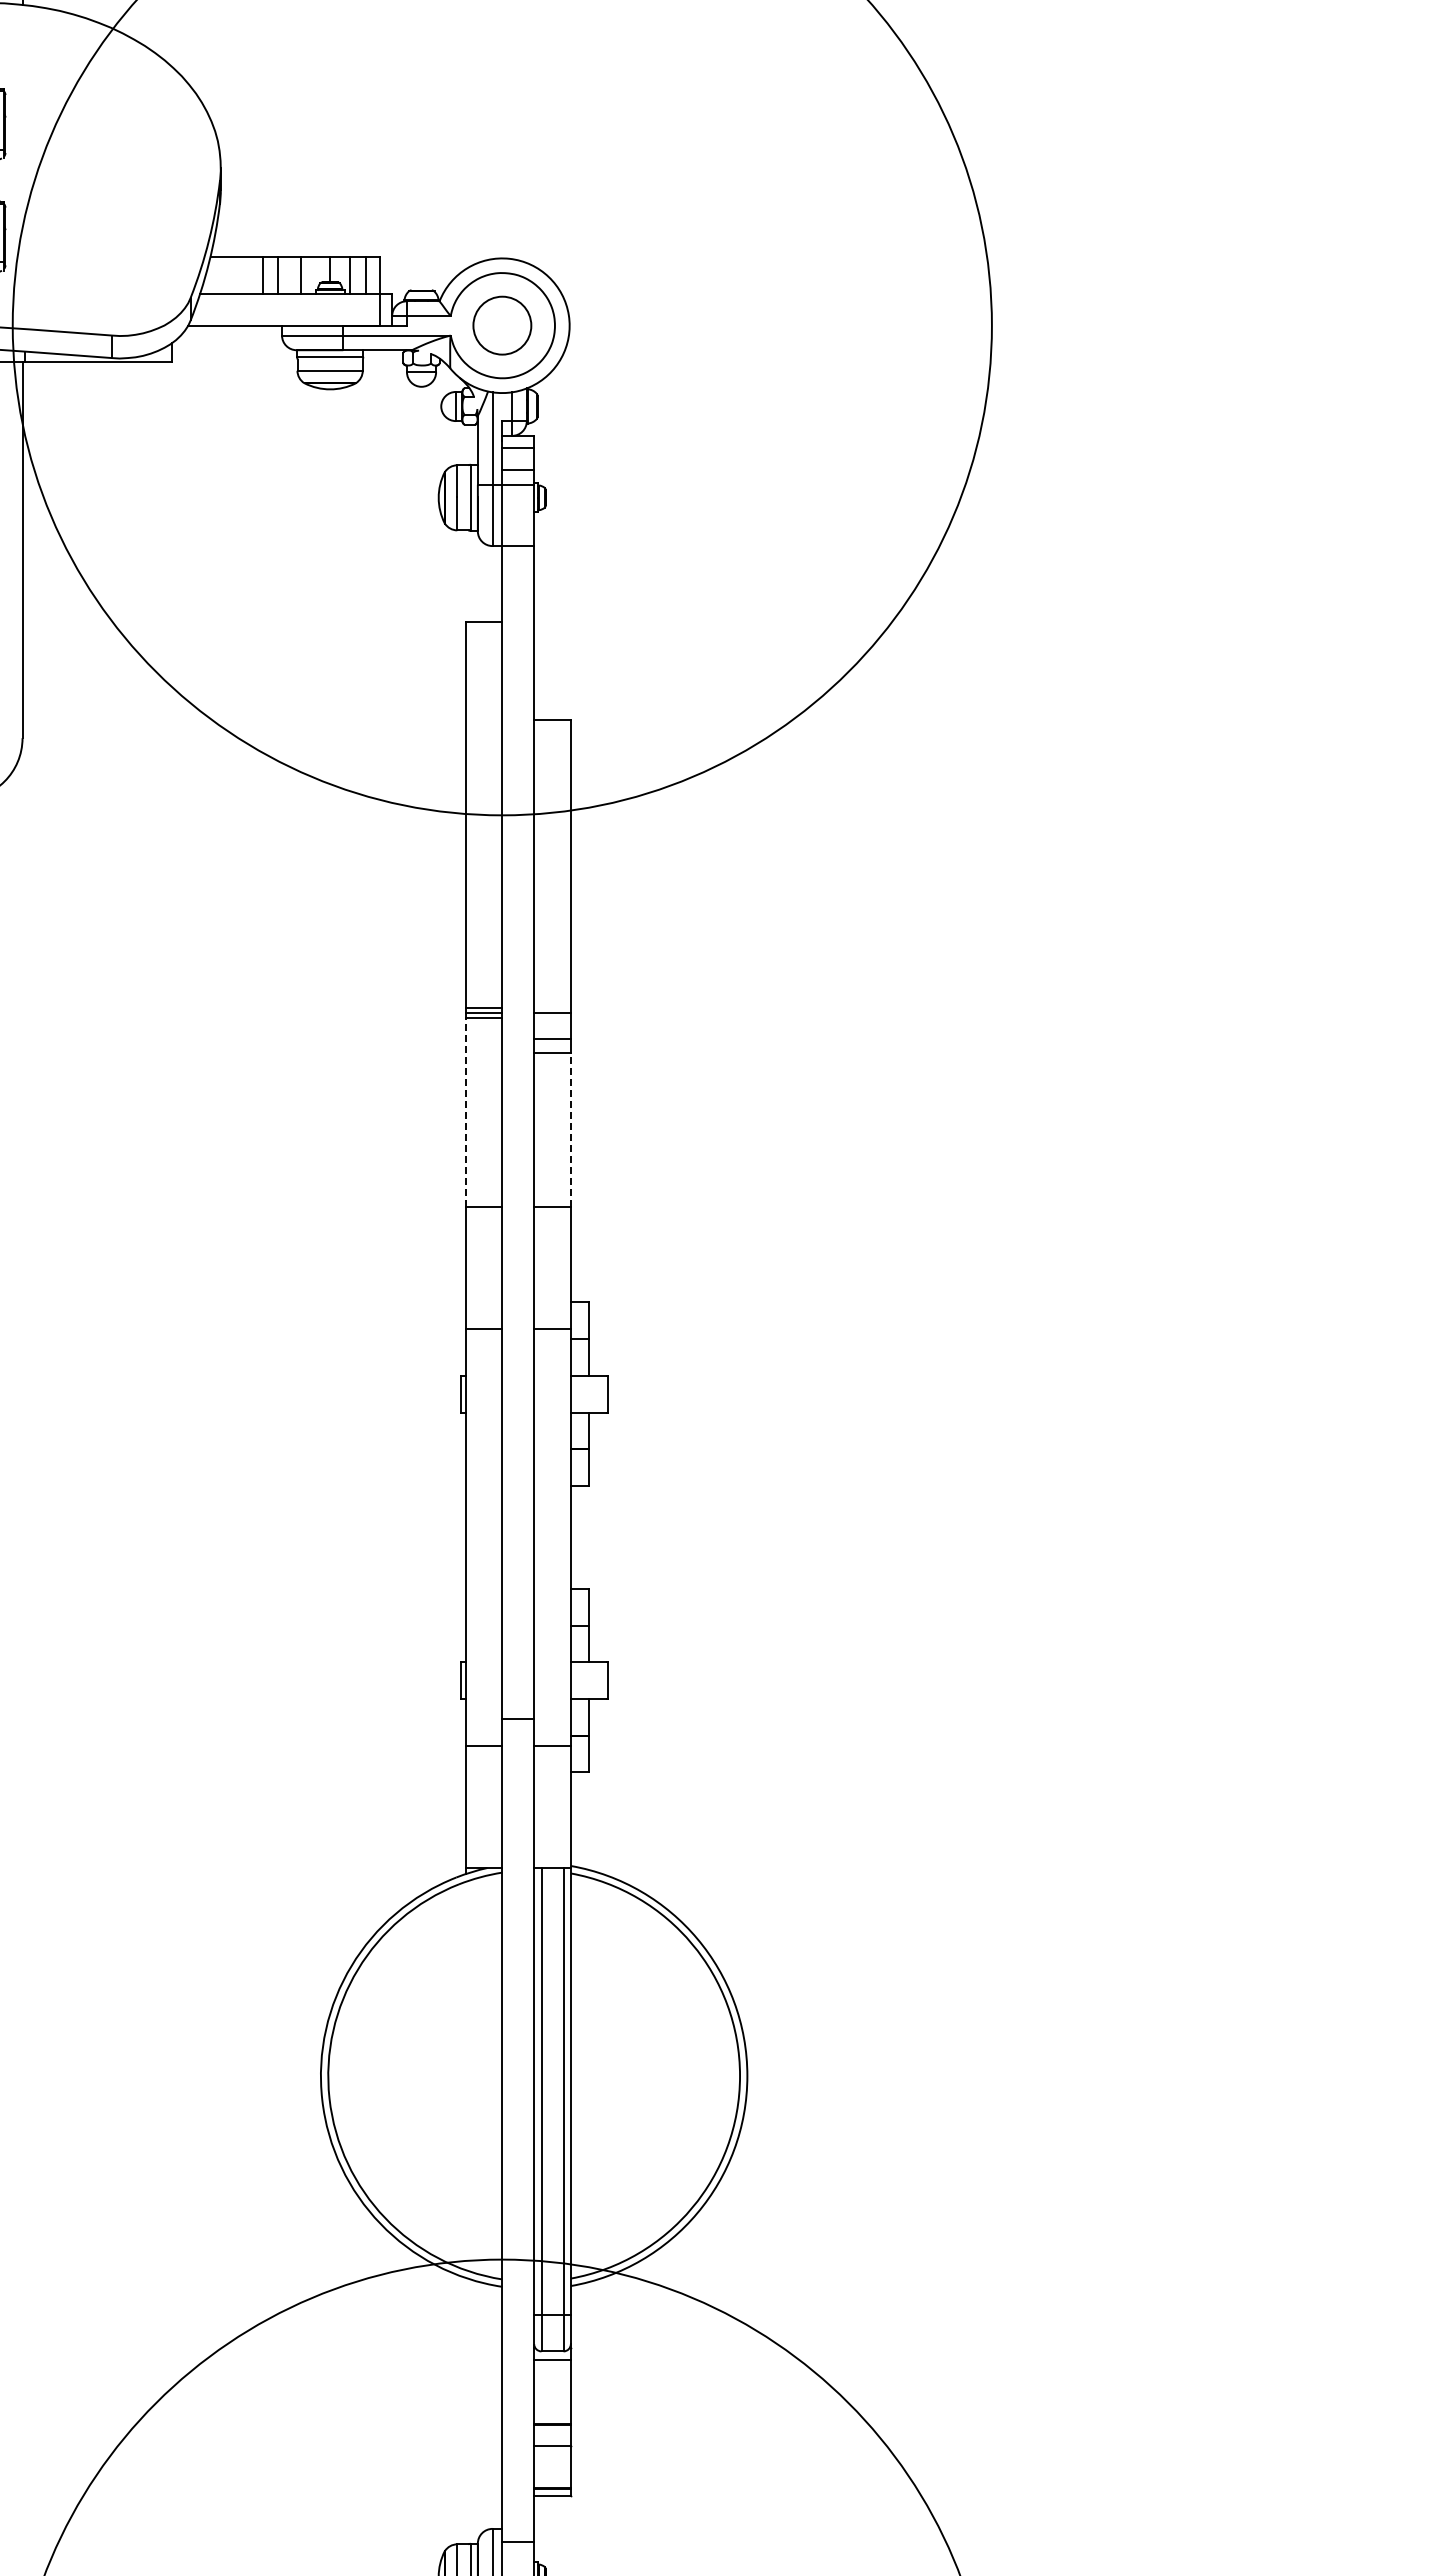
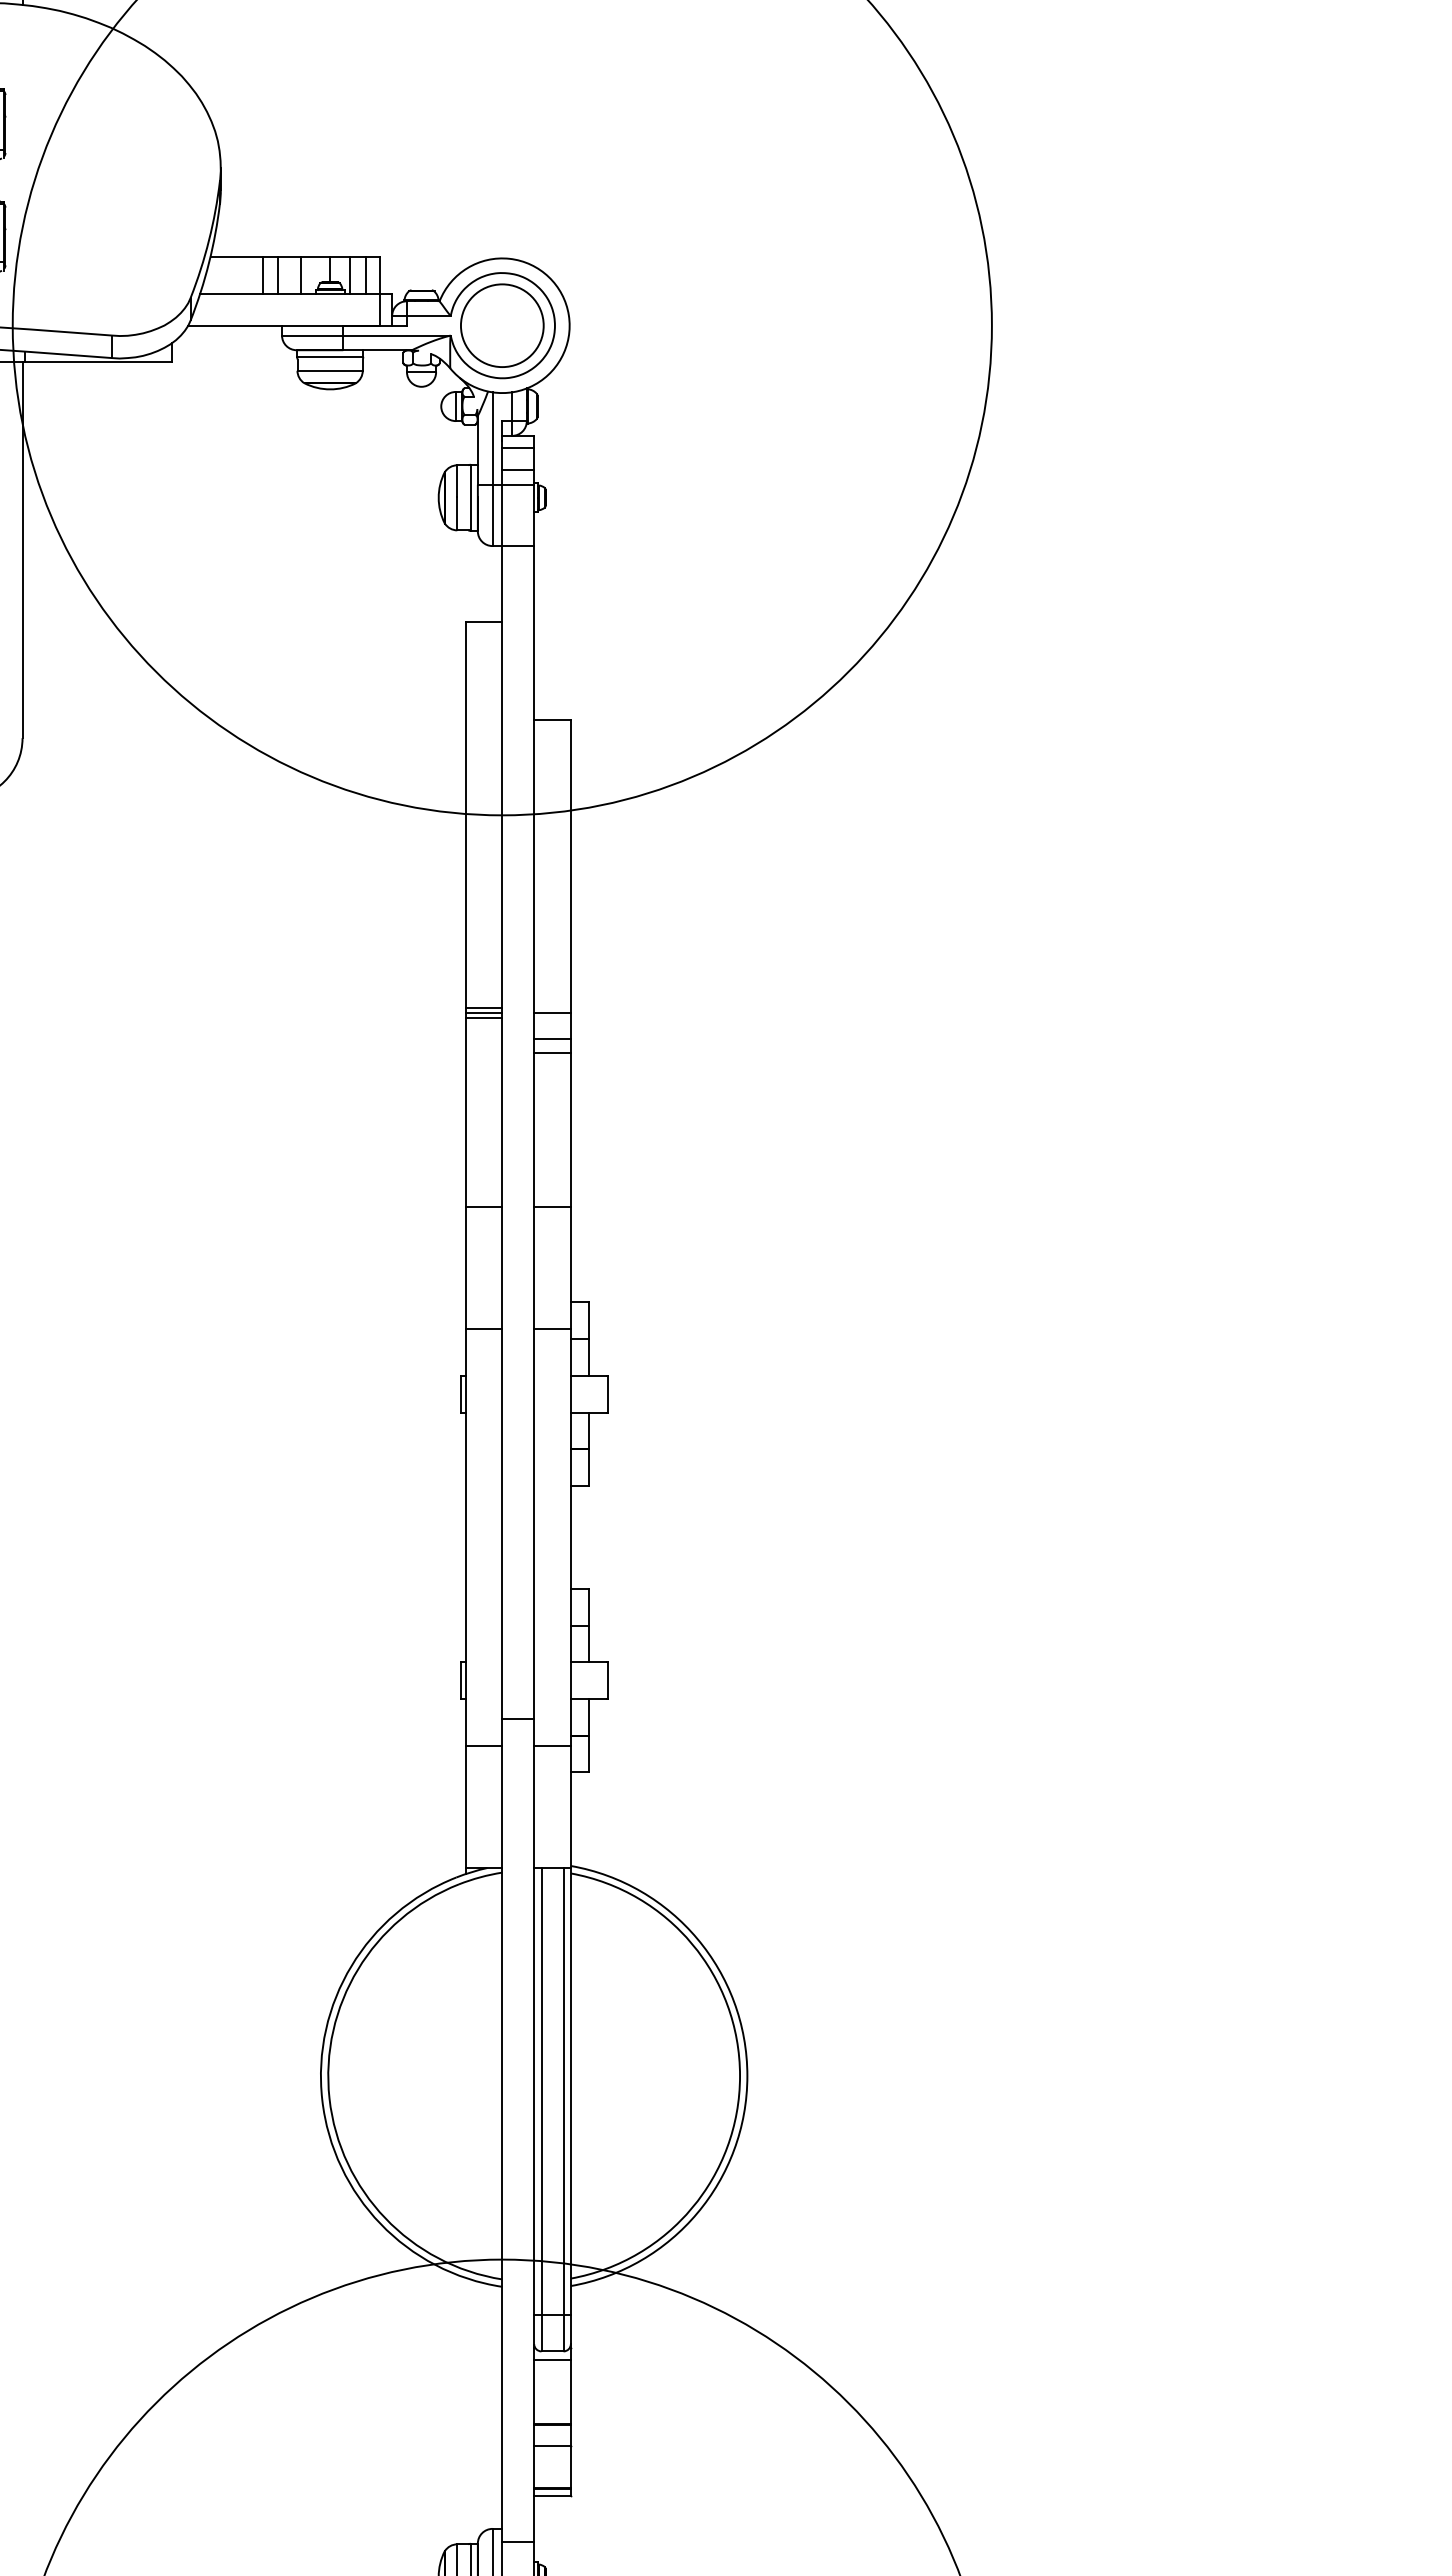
circle at (502, 325) size: 61x61 px -> 85x85 px
line at (465, 1112): dashed -> solid
line at (570, 1129): dashed -> solid
